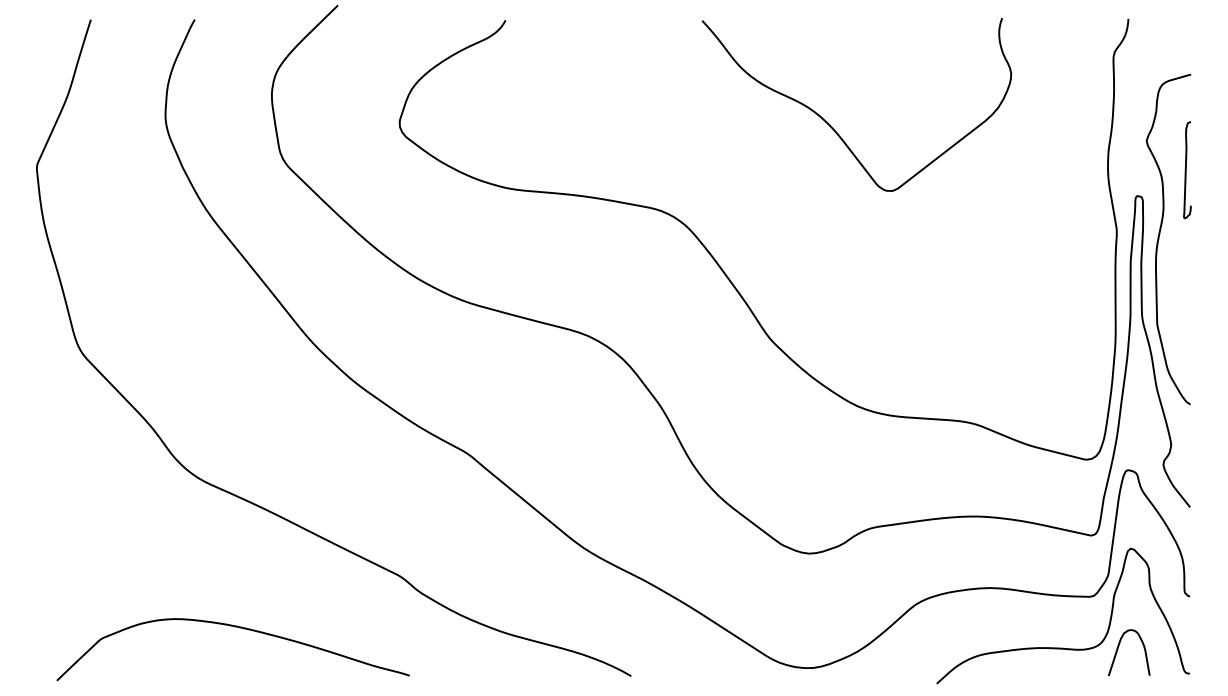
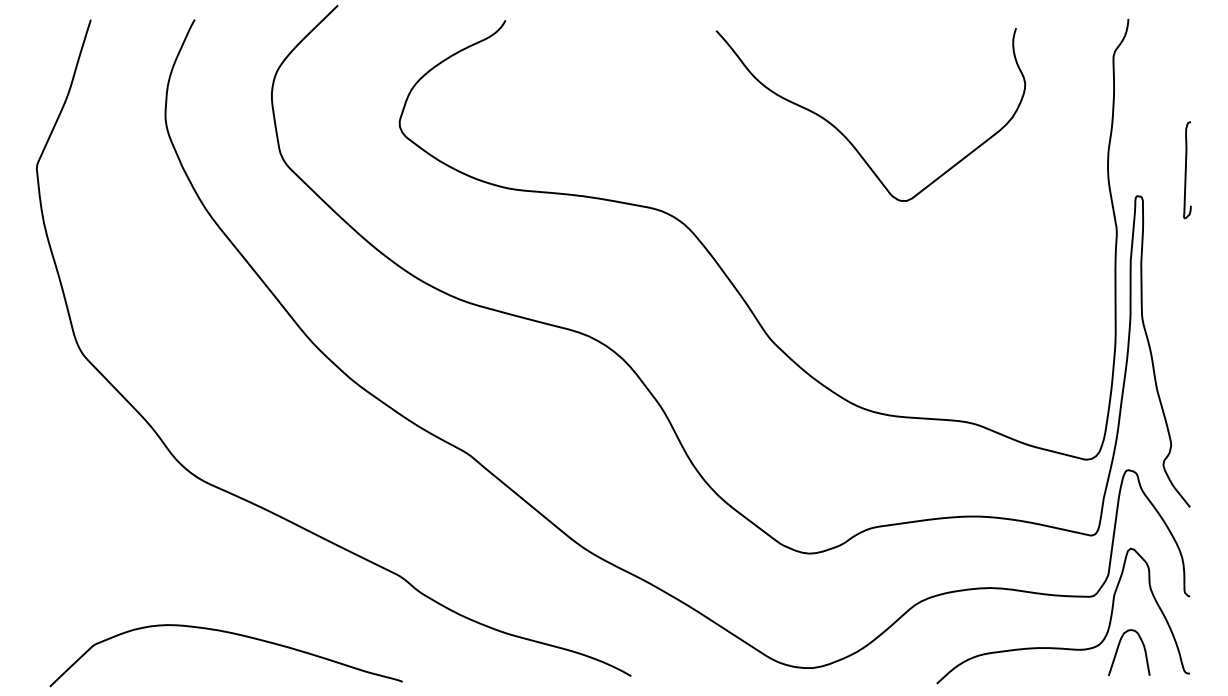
curve at (833, 127) position: (833, 127) -> (847, 137)
curve at (1159, 239): present -> none
curve at (234, 627) position: (234, 627) -> (227, 633)
